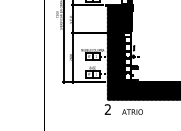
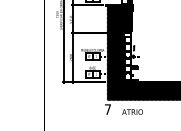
text at (107, 109): 2 -> 7
